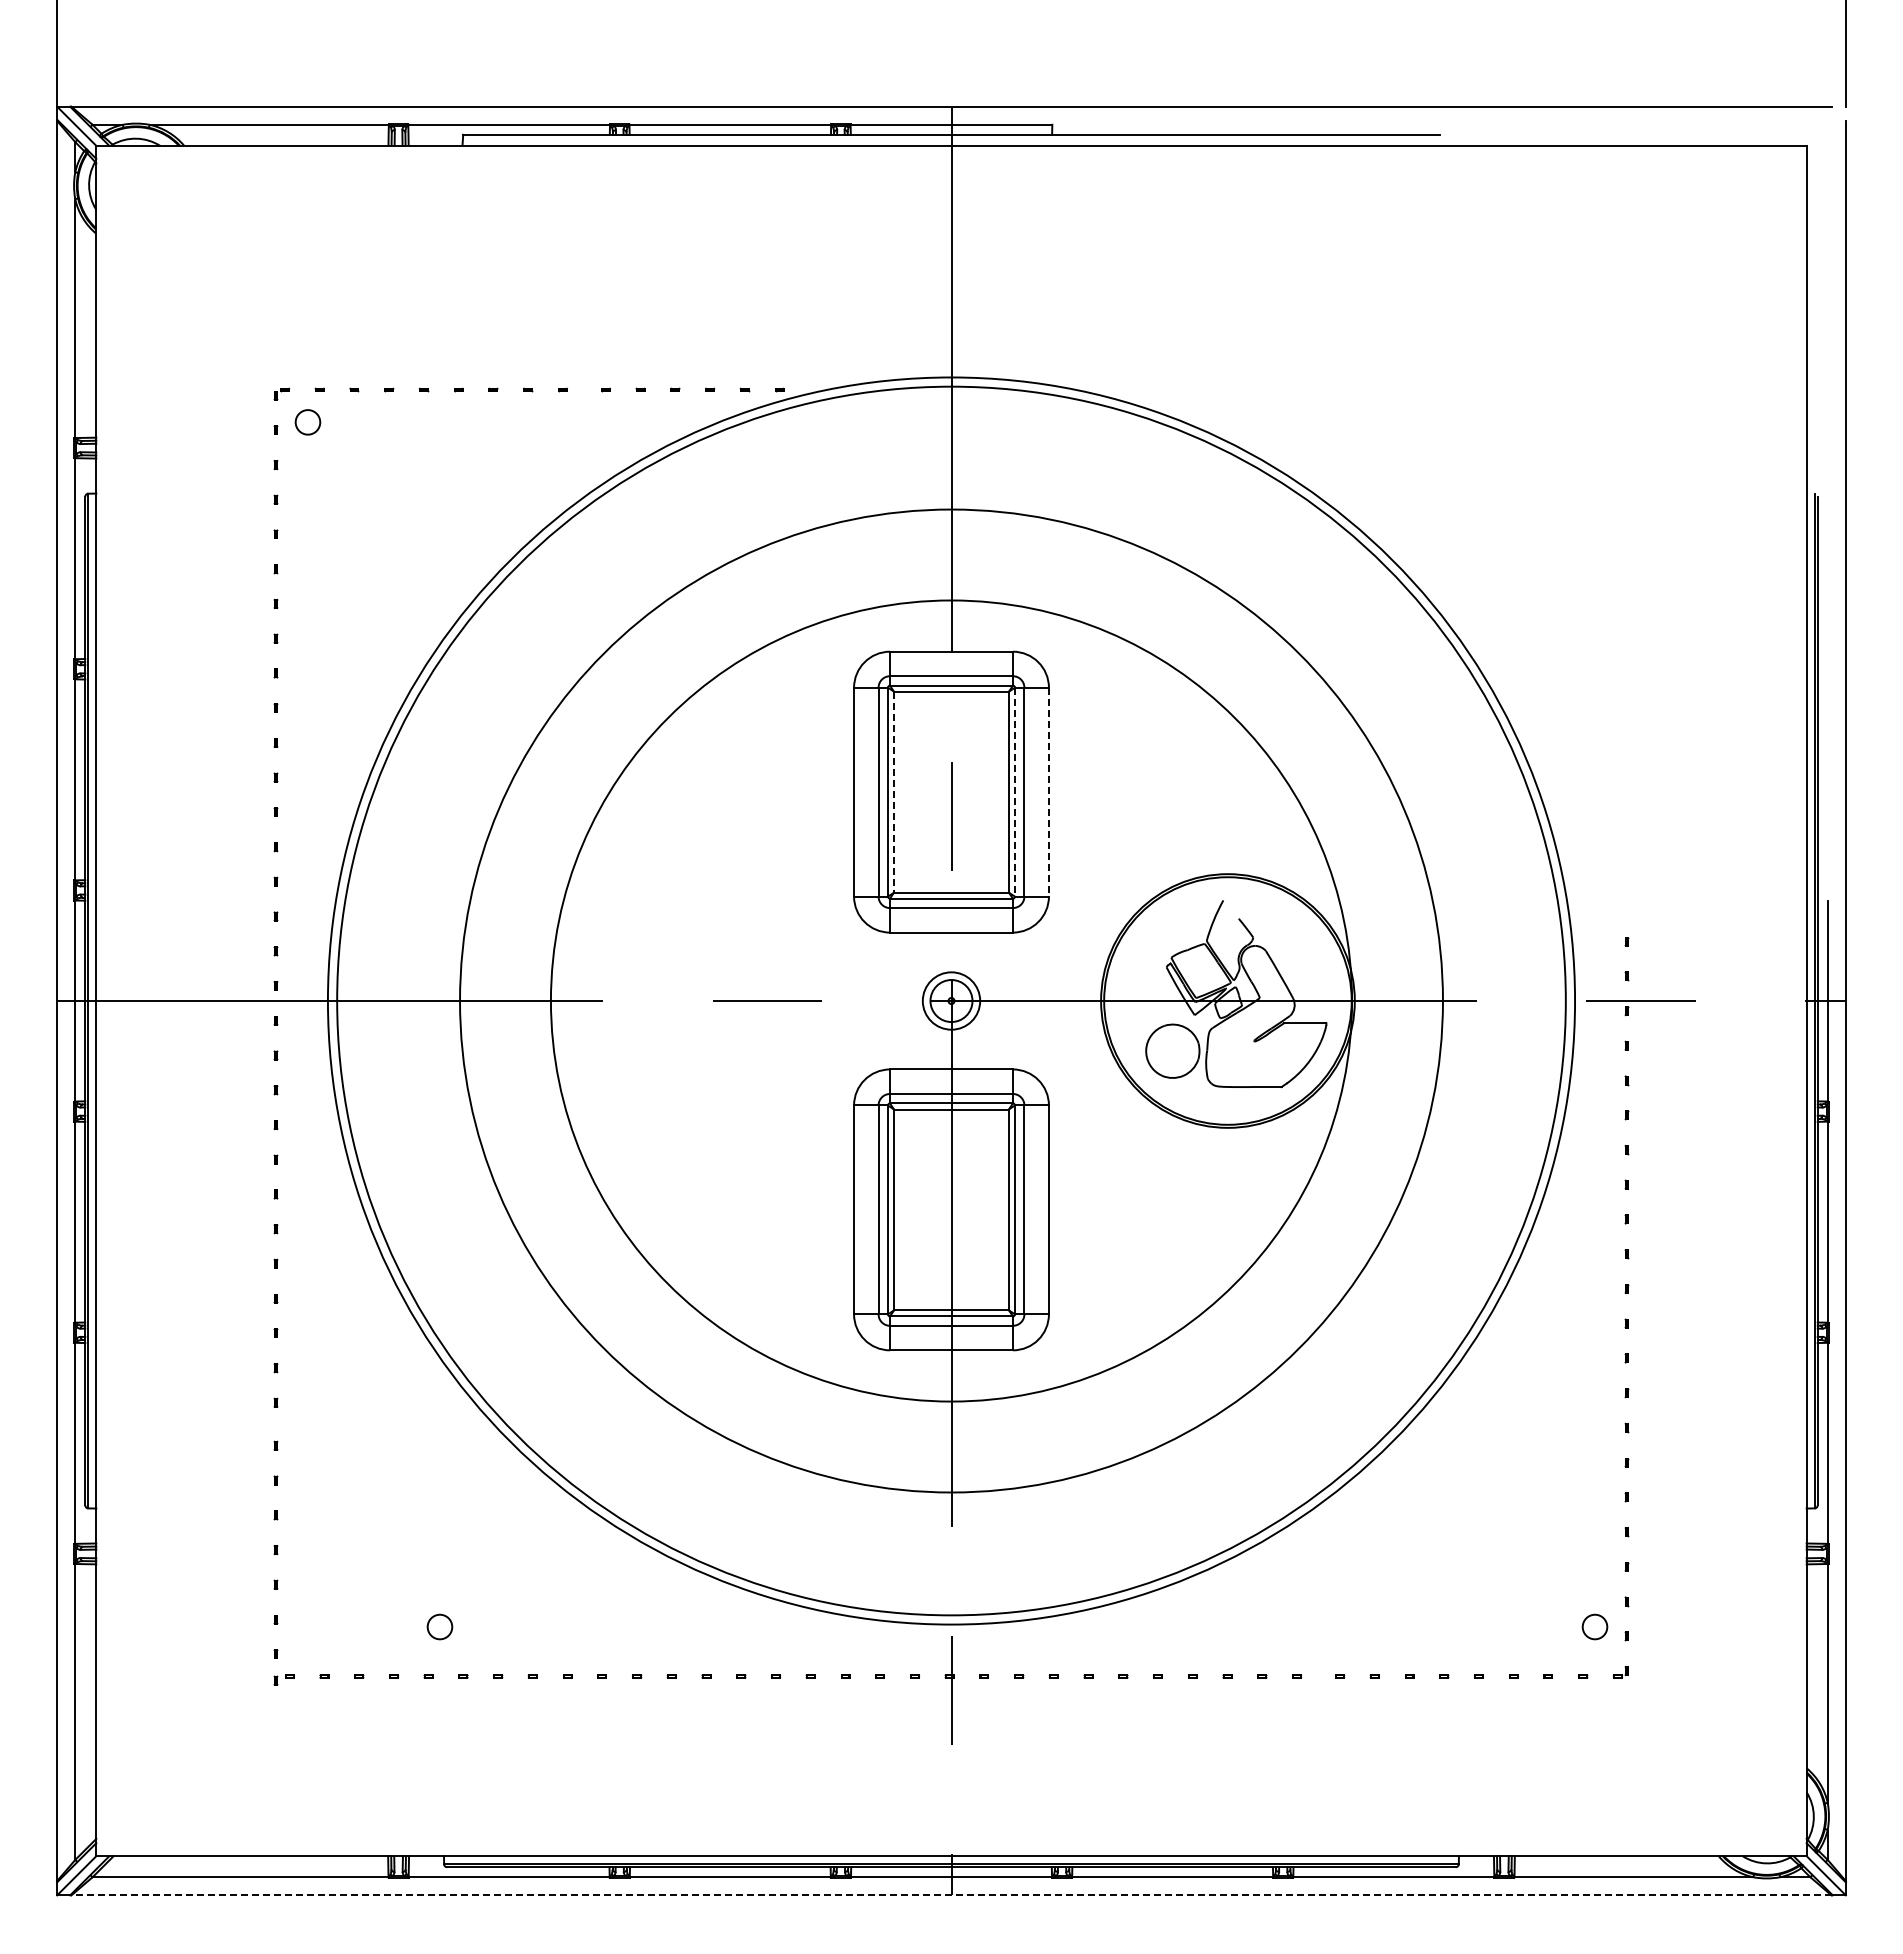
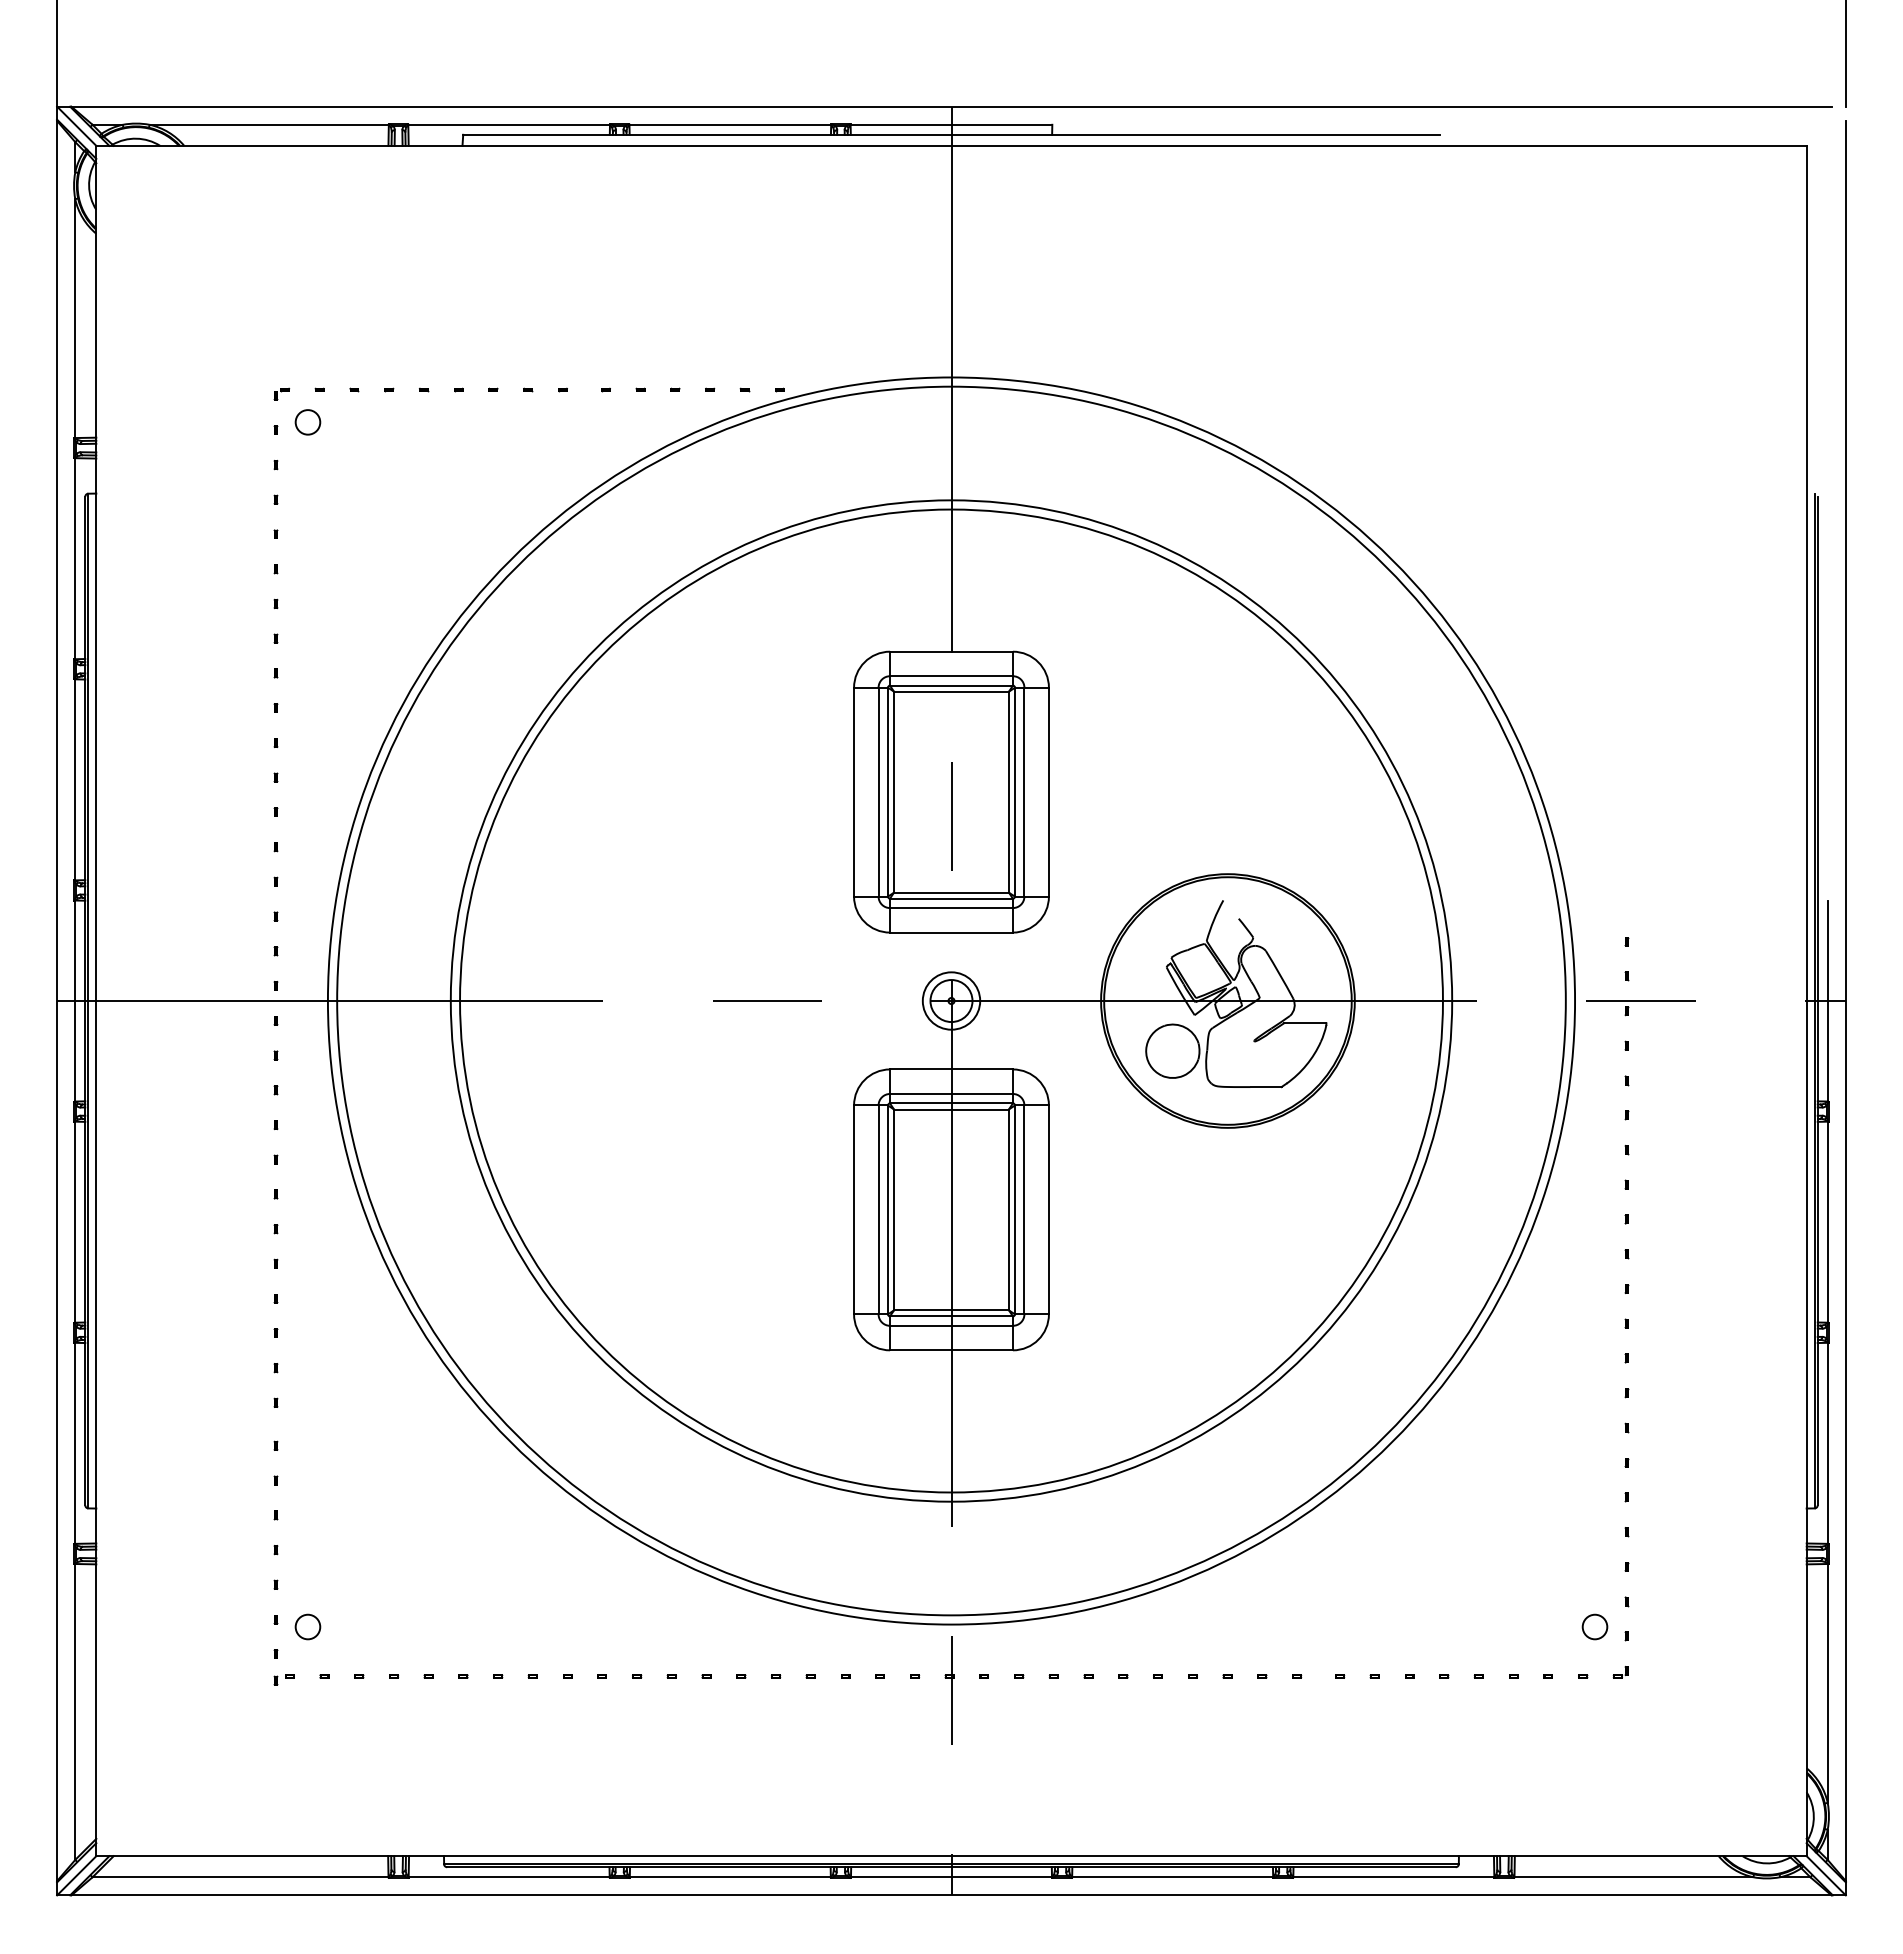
line at (894, 792): dashed -> solid
line at (1015, 792): dashed -> solid
line at (1048, 792): dashed -> solid
circle at (951, 1000) diameter: 801 px -> 1001 px
circle at (439, 1626) position: (439, 1626) -> (307, 1626)
line at (951, 1895): dashed -> solid
